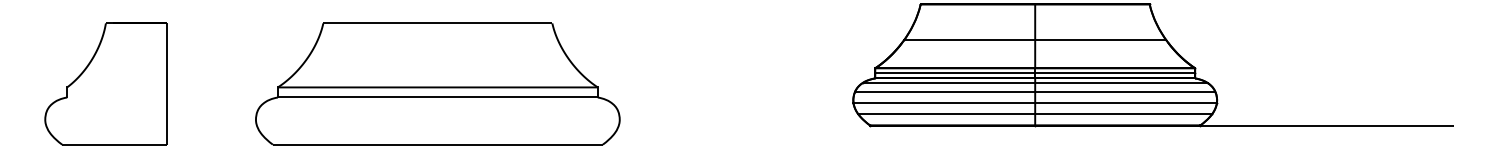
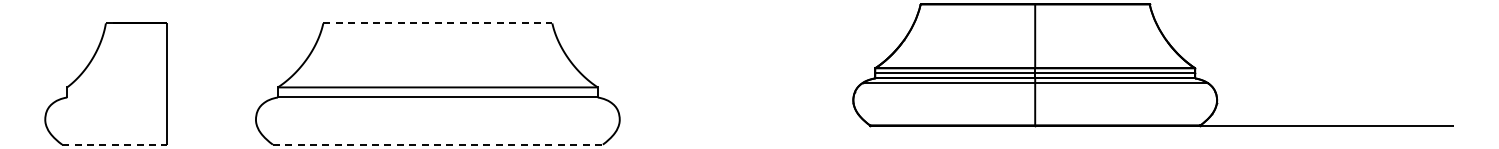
line at (437, 23): solid -> dashed
line at (1035, 39): present -> none
line at (1035, 91): present -> none
line at (1034, 102): present -> none
line at (1035, 113): present -> none
line at (114, 144): solid -> dashed
line at (438, 144): solid -> dashed
